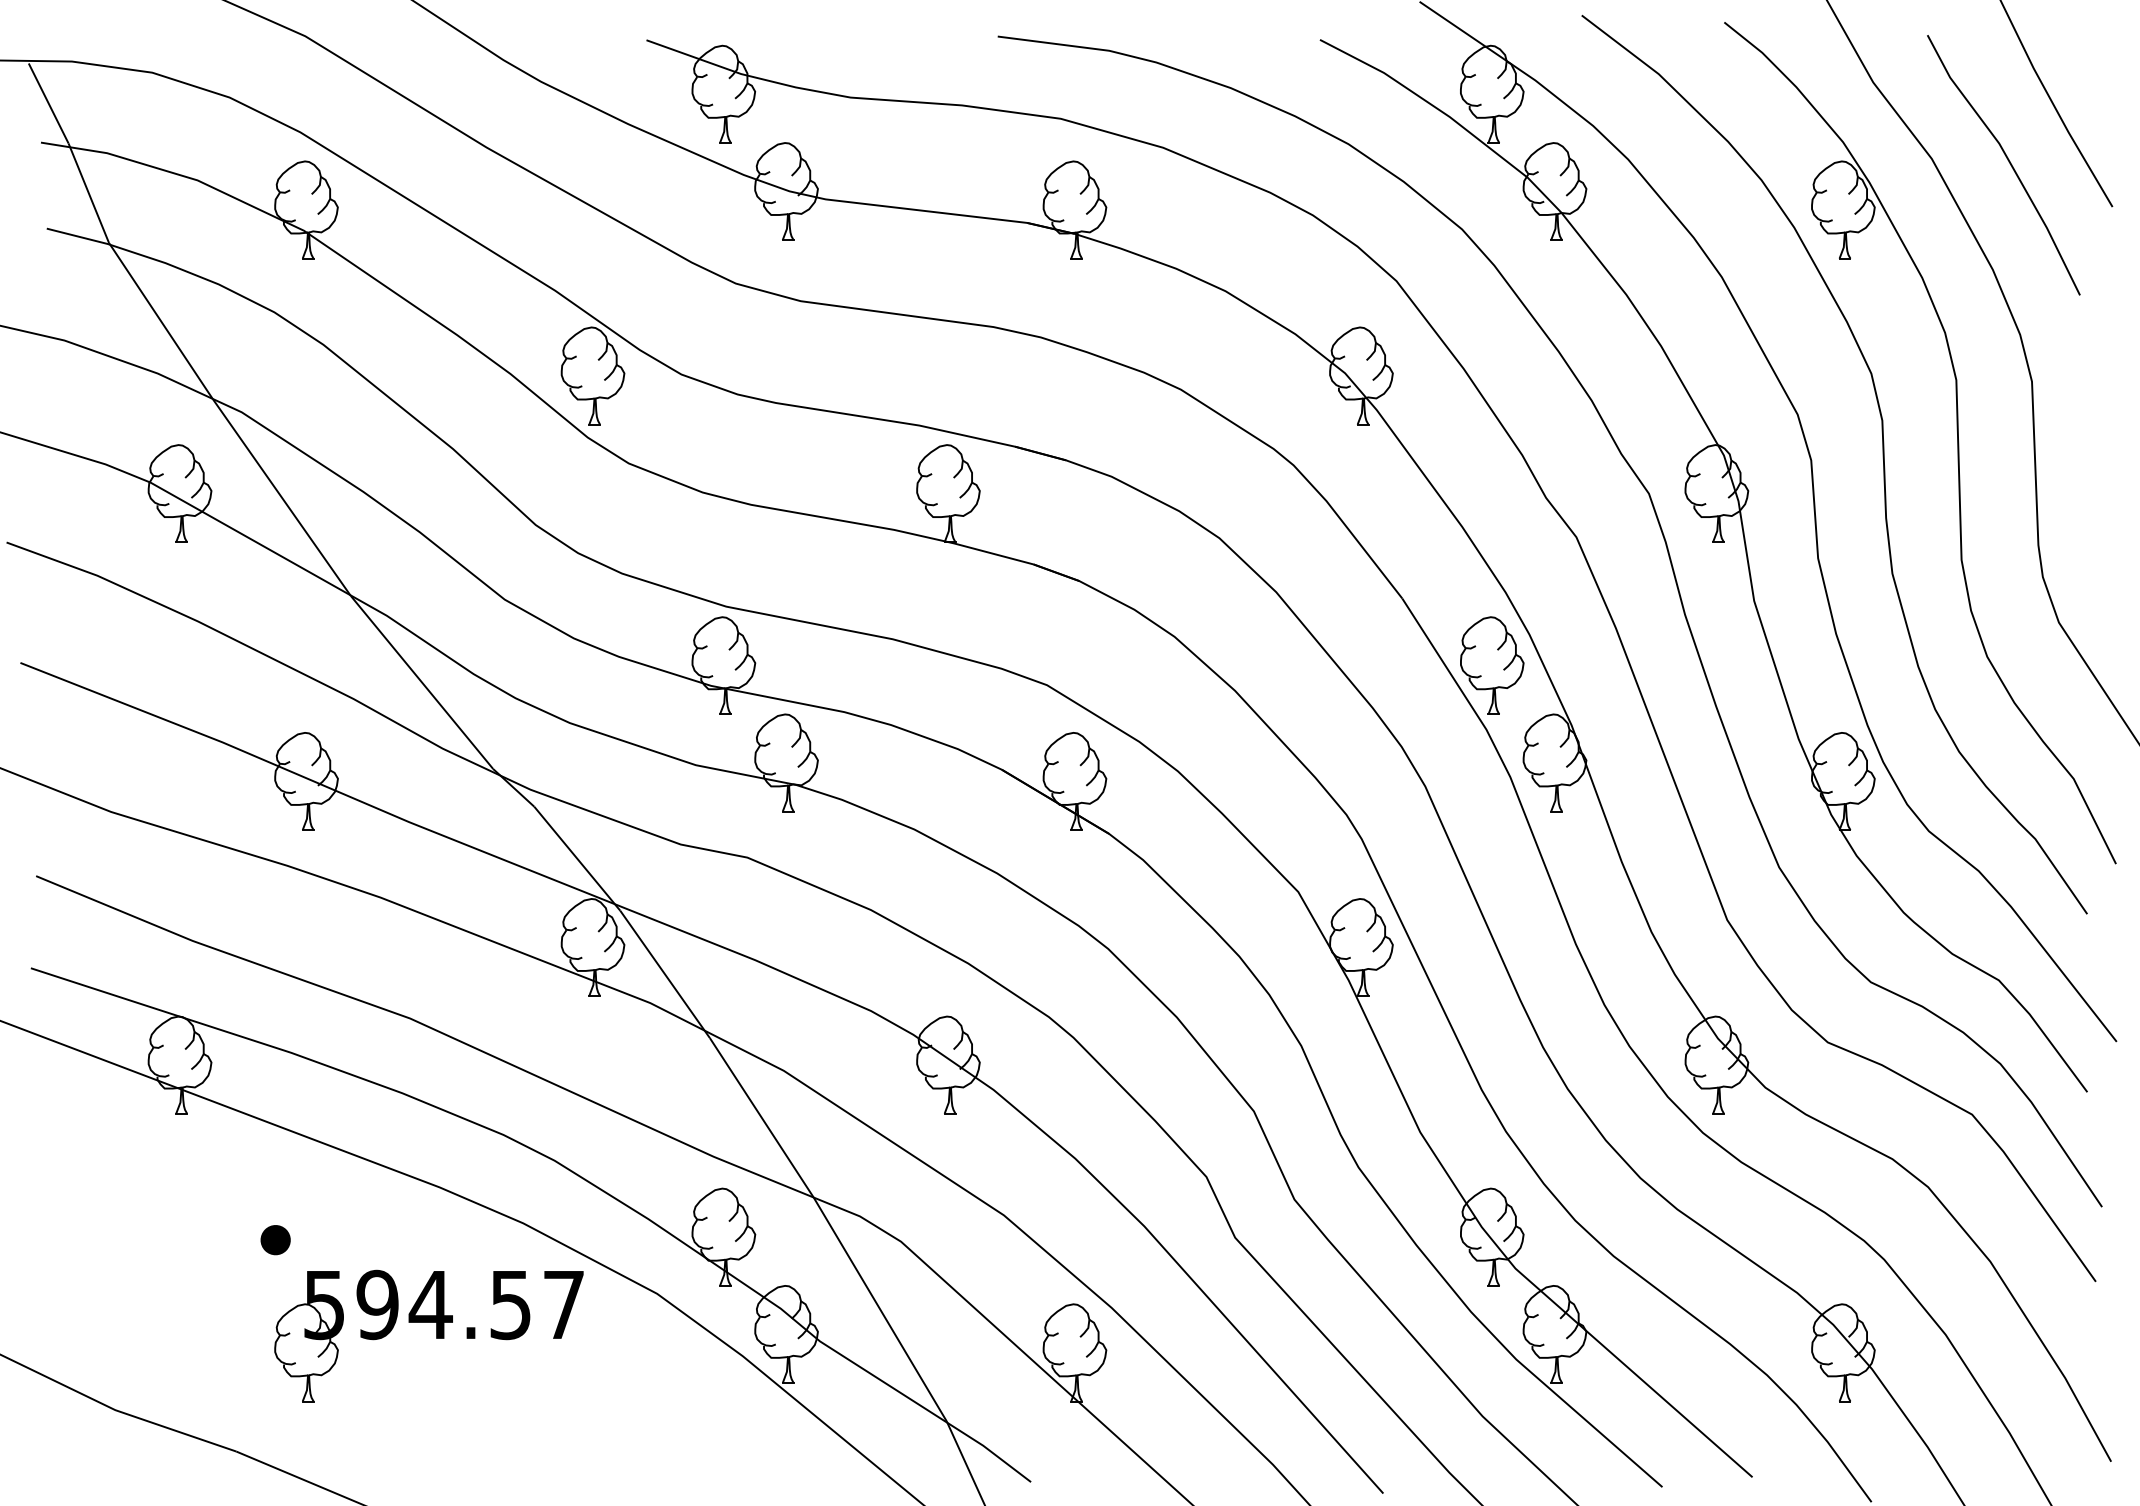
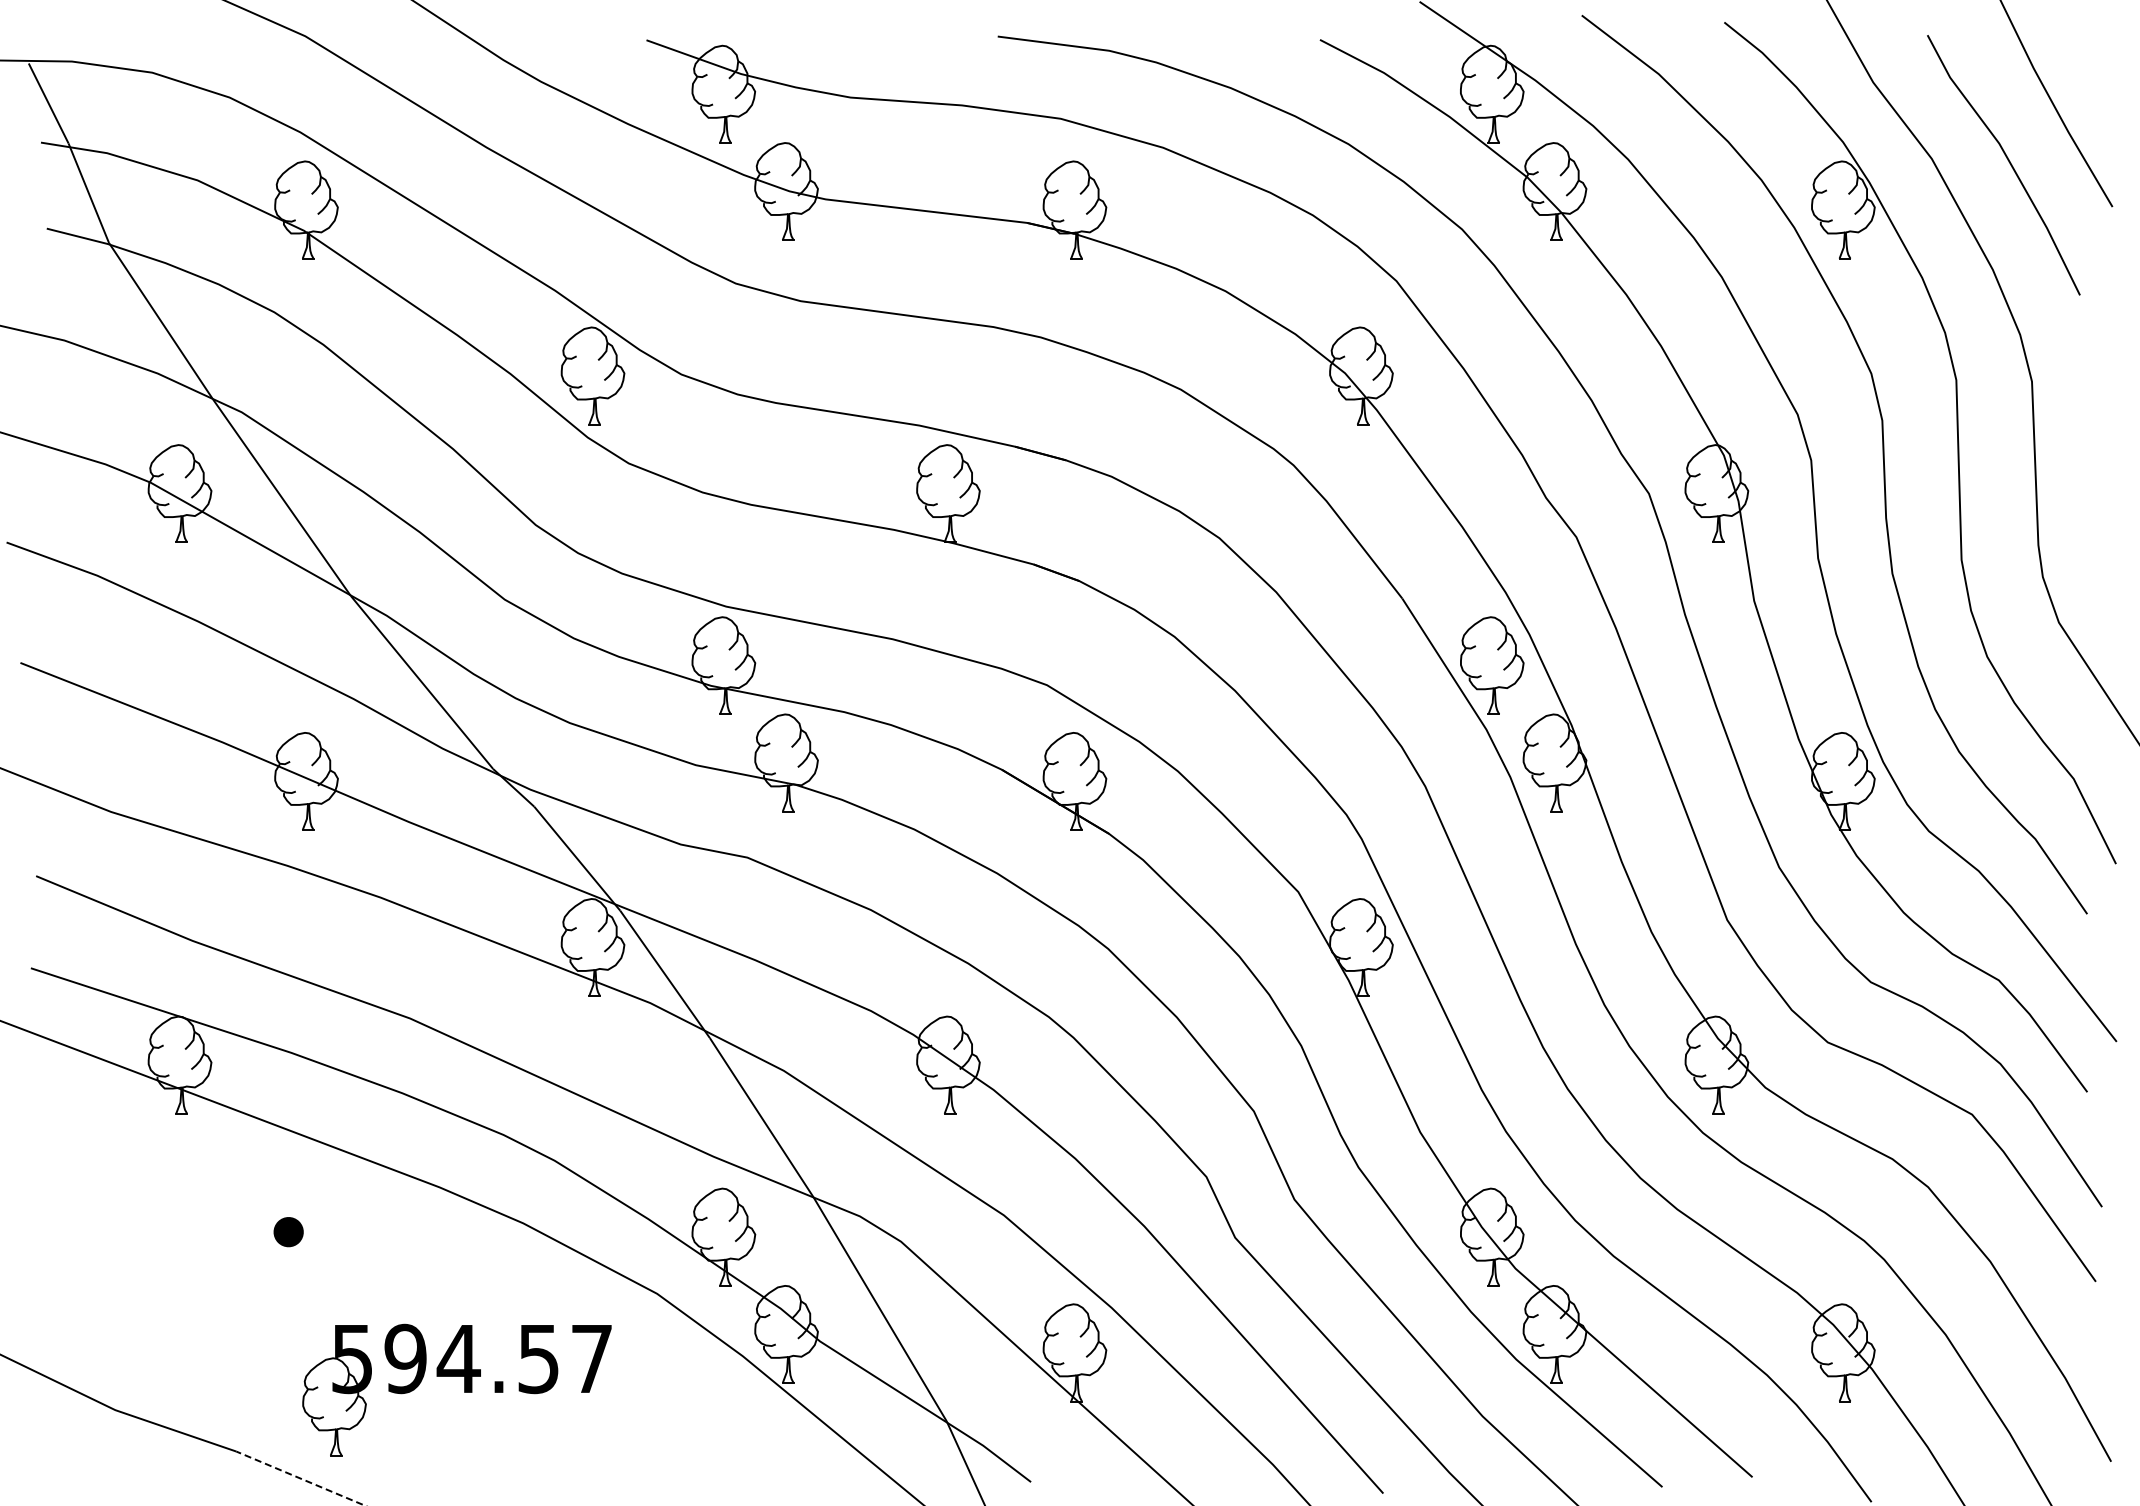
part at (275, 1240) position: (275, 1240) -> (288, 1232)
part at (436, 1335) position: (436, 1335) -> (464, 1389)
line at (300, 1478): solid -> dashed
